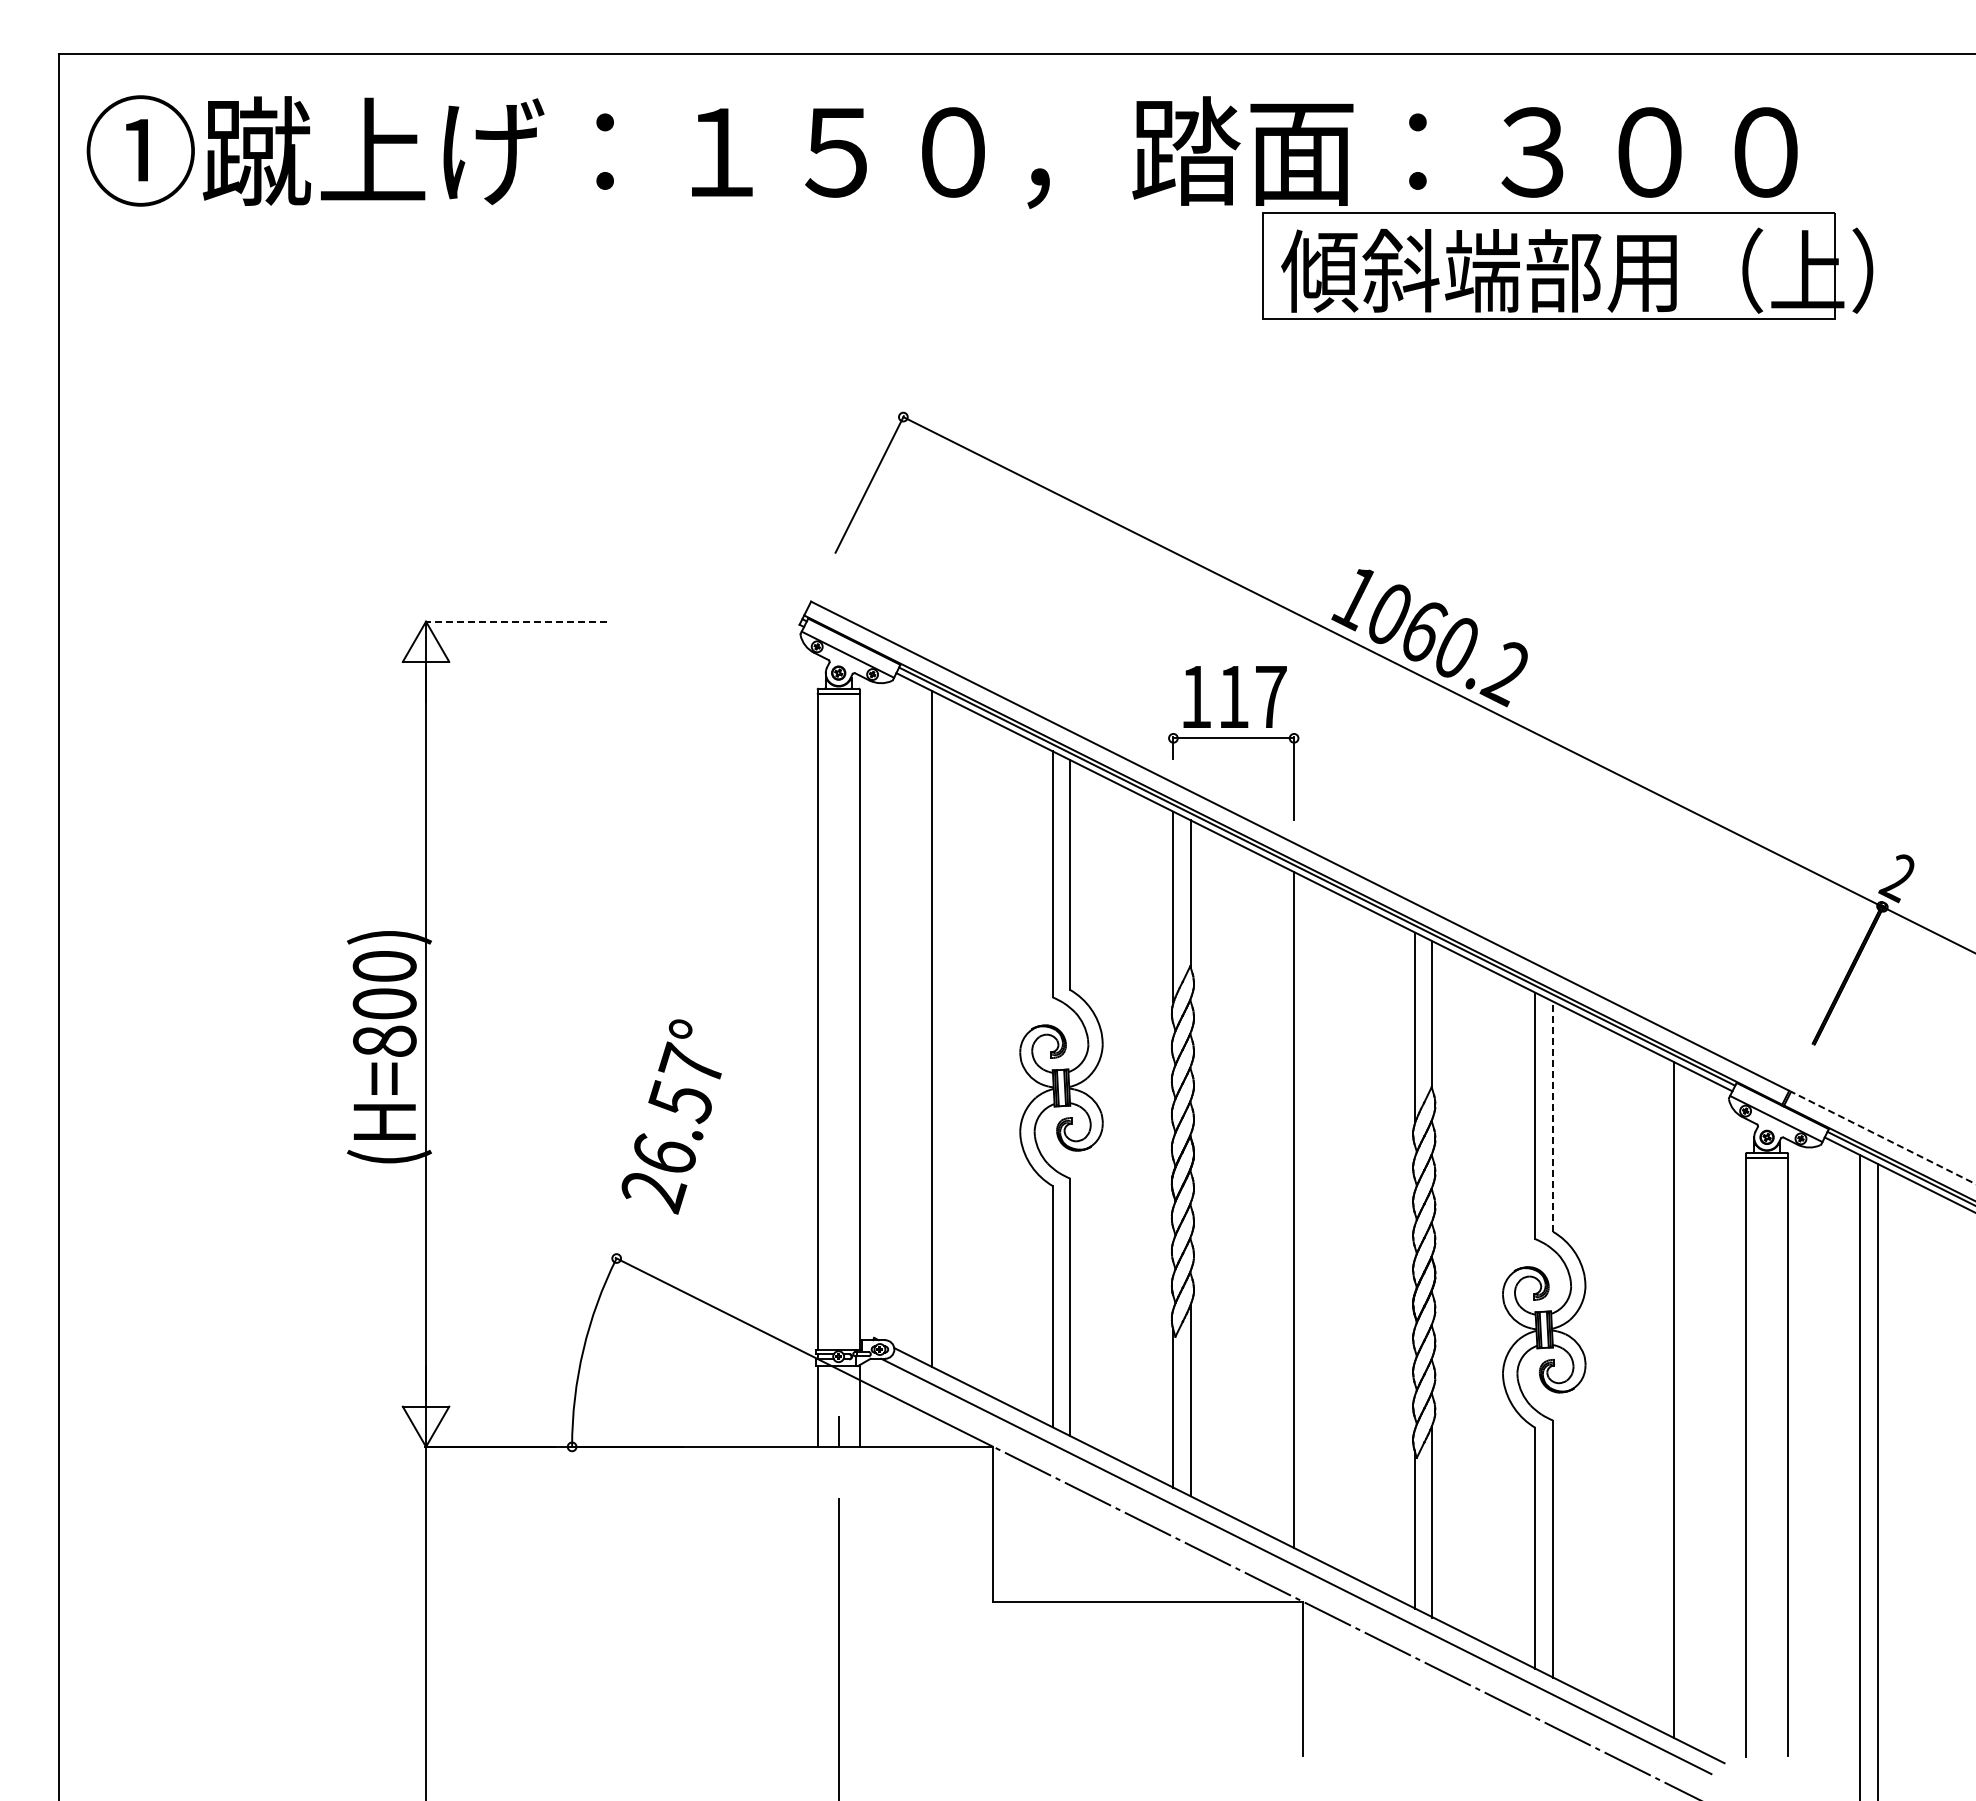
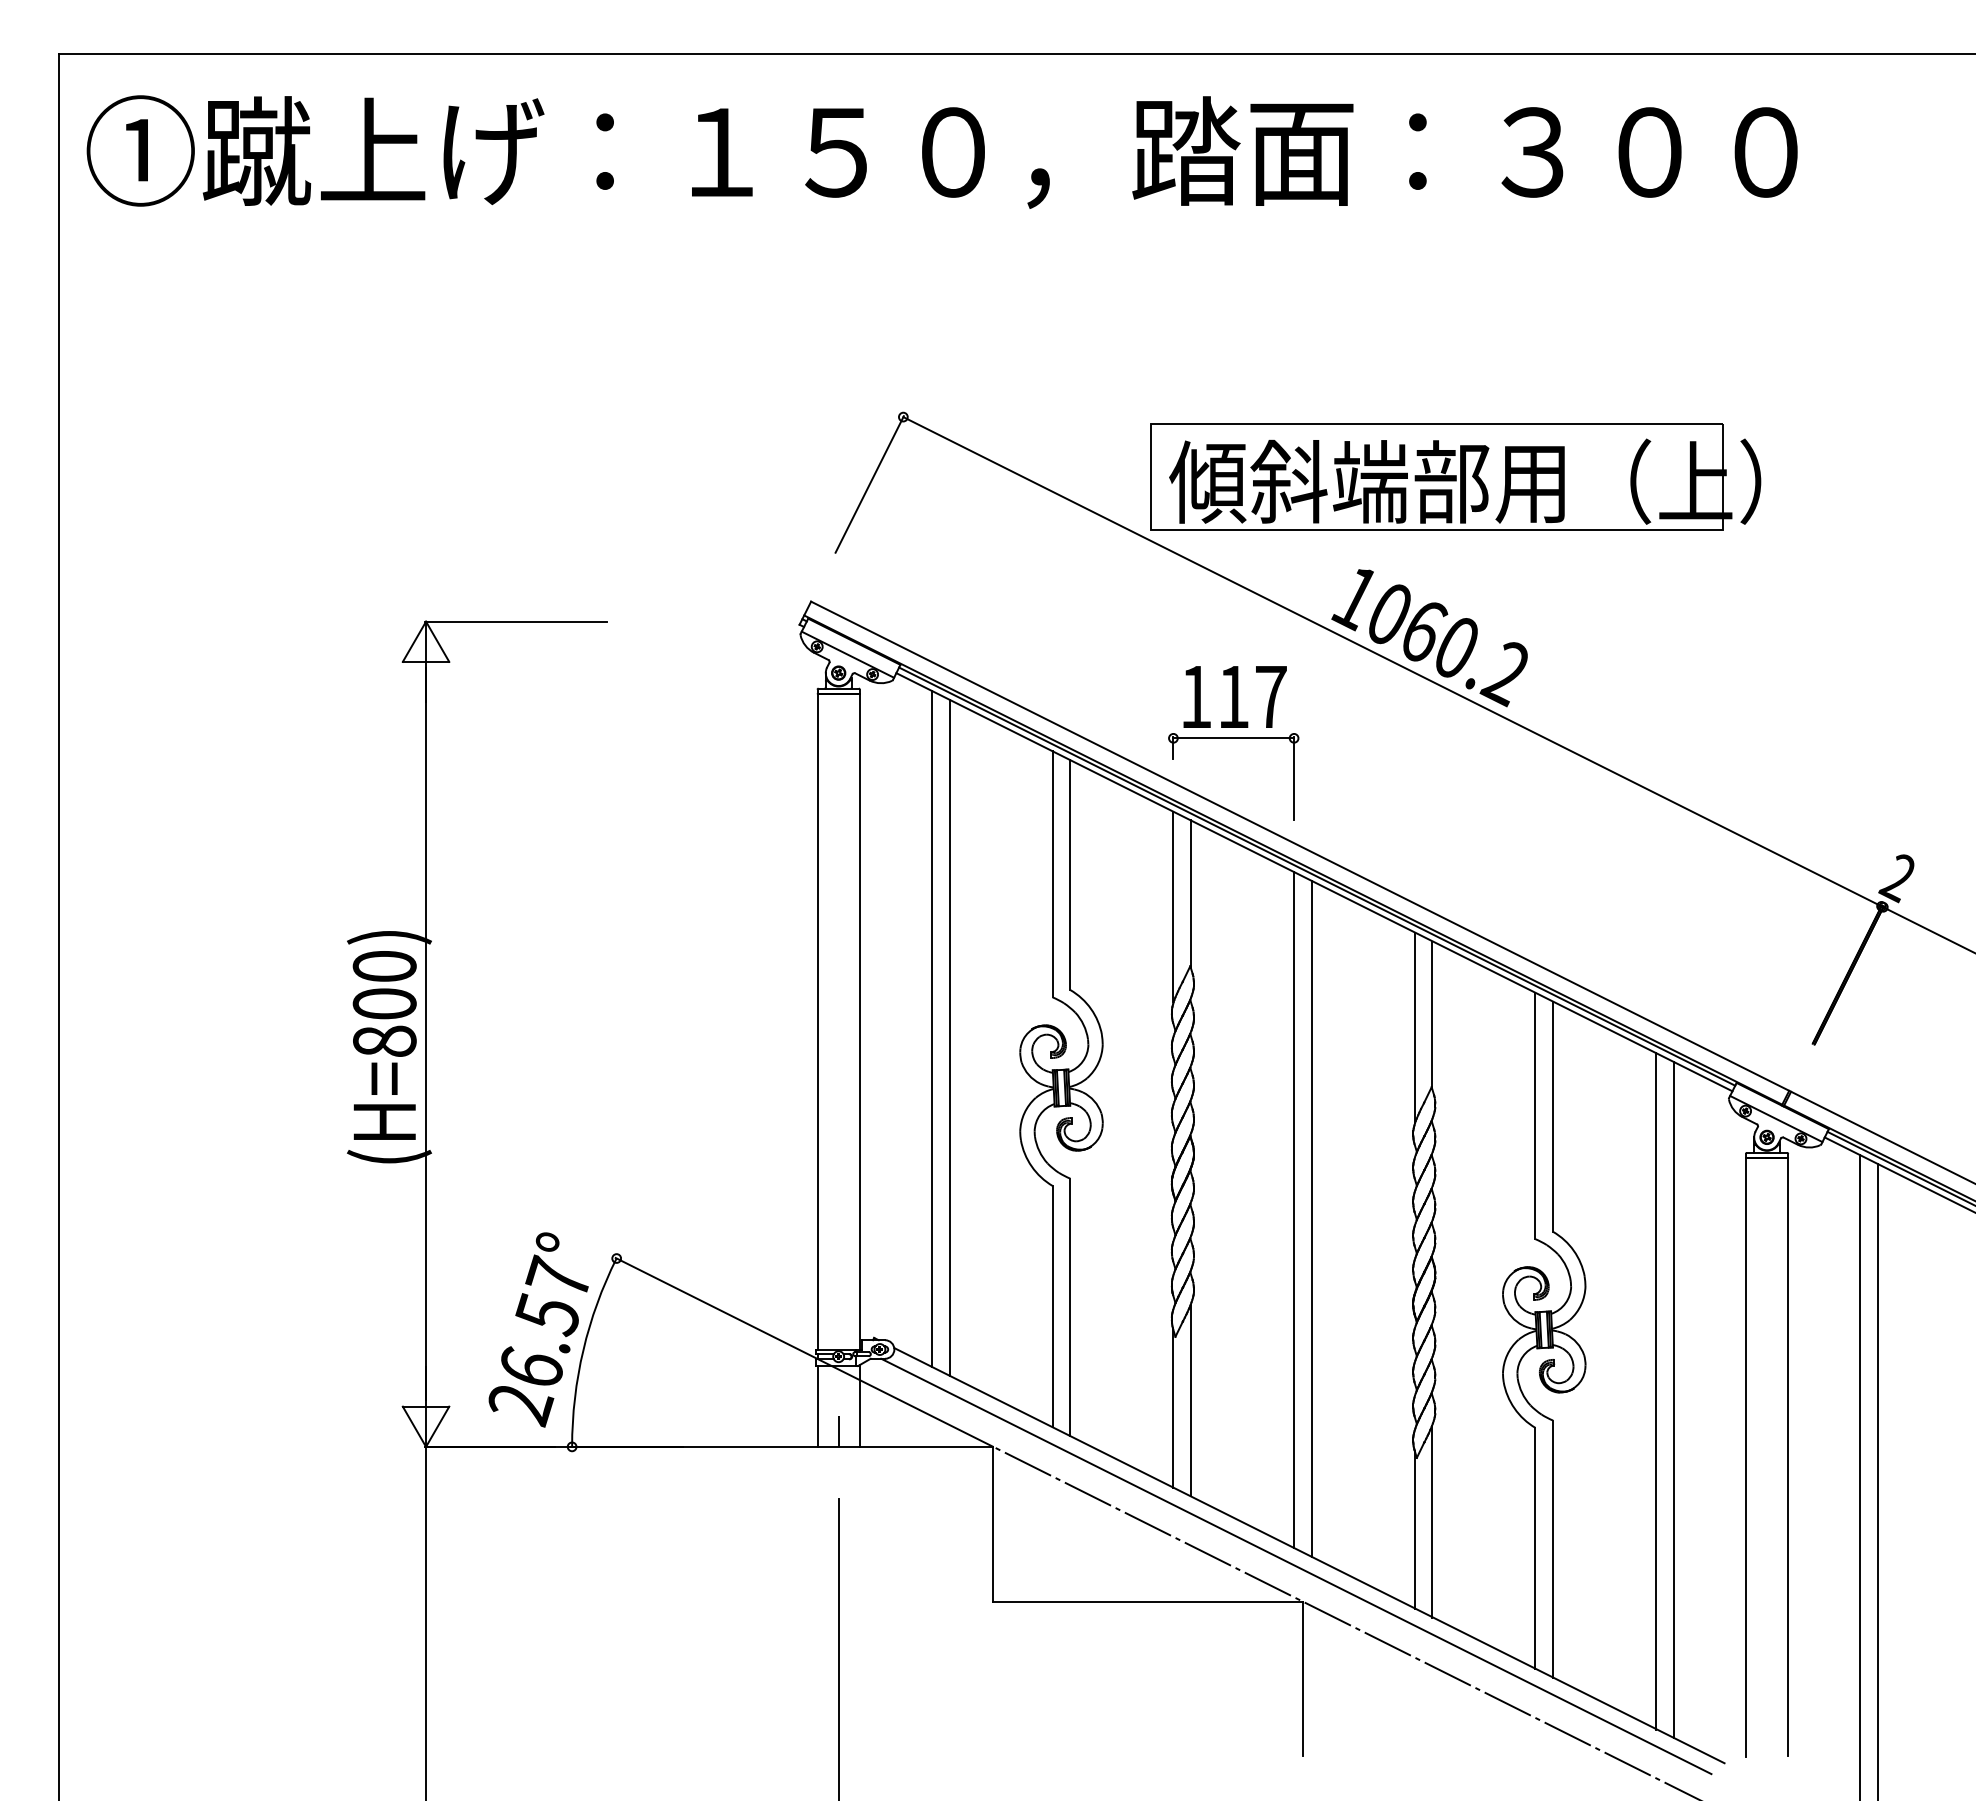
part at (1567, 265) position: (1567, 265) -> (1455, 476)
line at (515, 621): dashed -> solid
line at (949, 1037): none -> present
text at (671, 1116) position: (671, 1116) -> (538, 1329)
line at (1553, 1116): dashed -> solid
line at (1883, 1137): dashed -> solid
line at (1311, 1219): none -> present
line at (1656, 1391): none -> present
